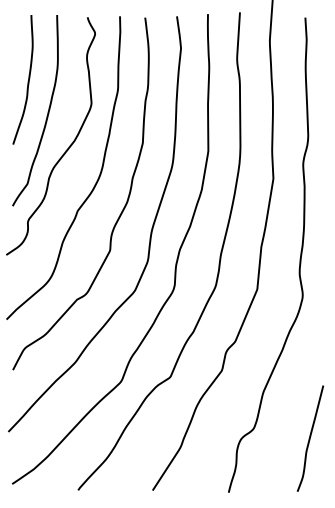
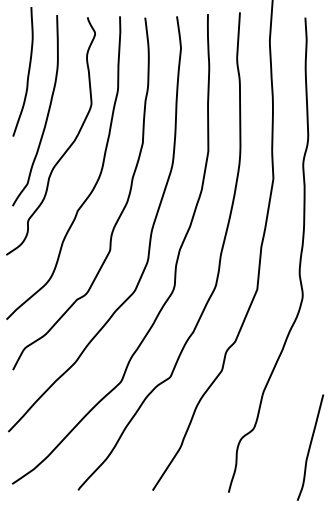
curve at (27, 81) position: (27, 81) -> (27, 73)
curve at (310, 438) position: (310, 438) -> (310, 447)
